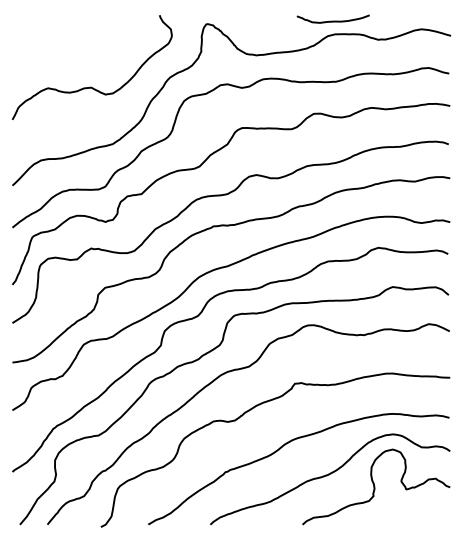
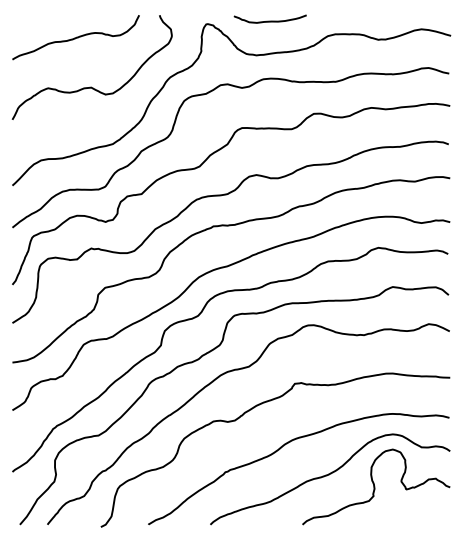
curve at (332, 20) position: (332, 20) -> (269, 20)
curve at (75, 37): none -> present
